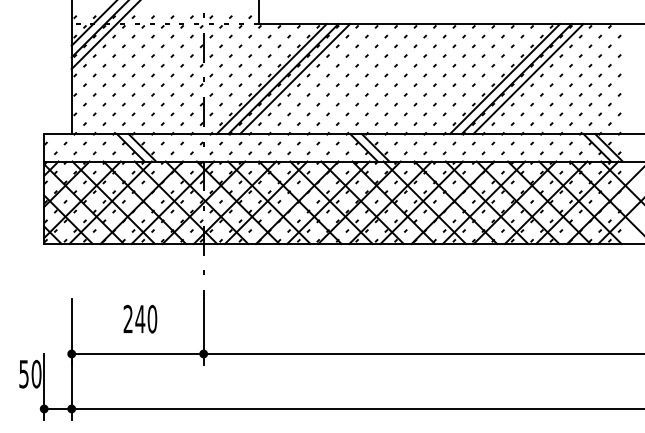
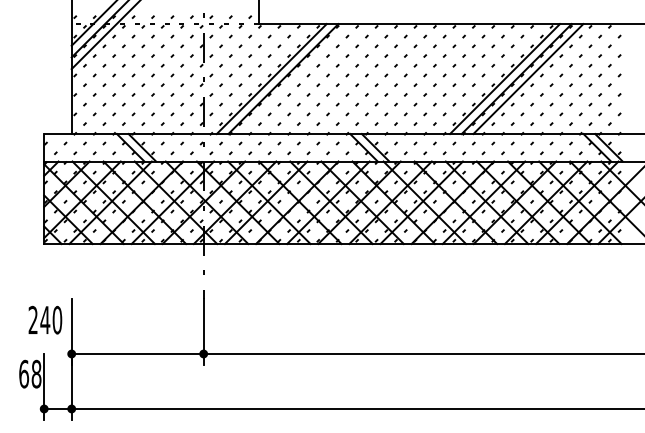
line at (295, 79): present -> none
text at (140, 318) position: (140, 318) -> (45, 319)
text at (30, 373): 50 -> 68
